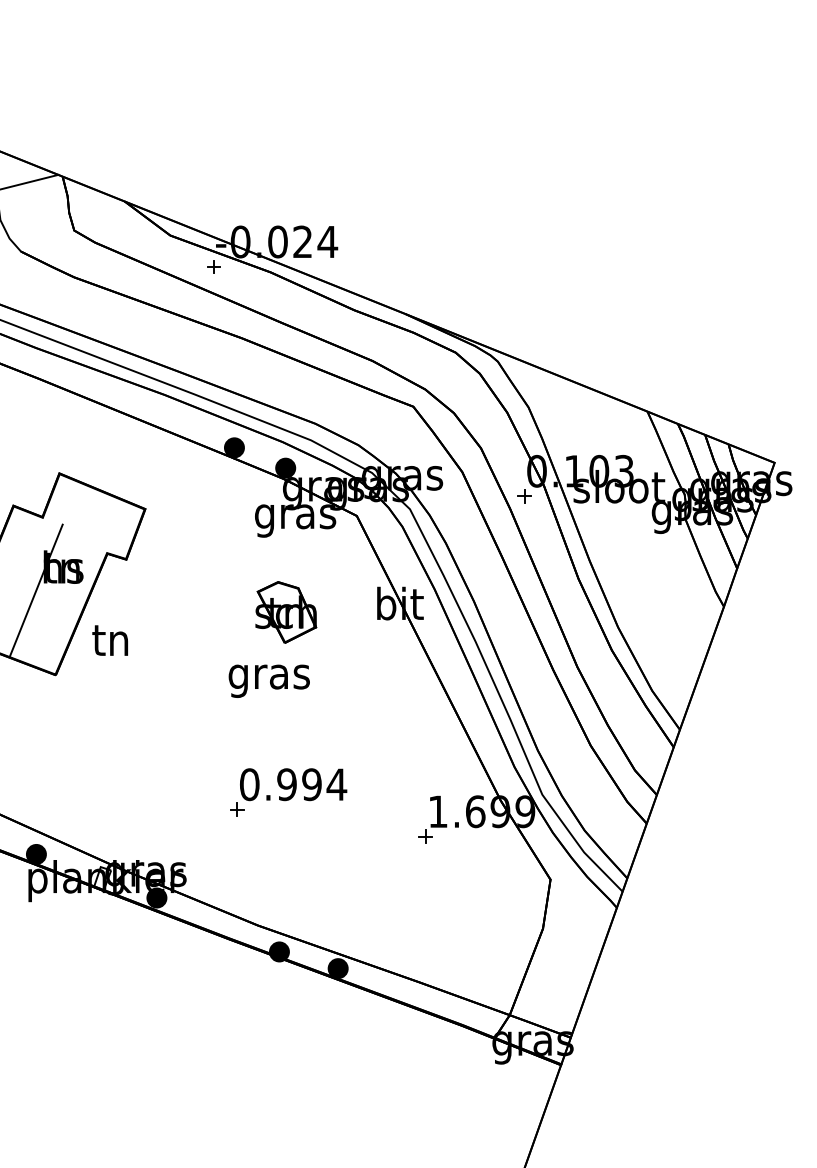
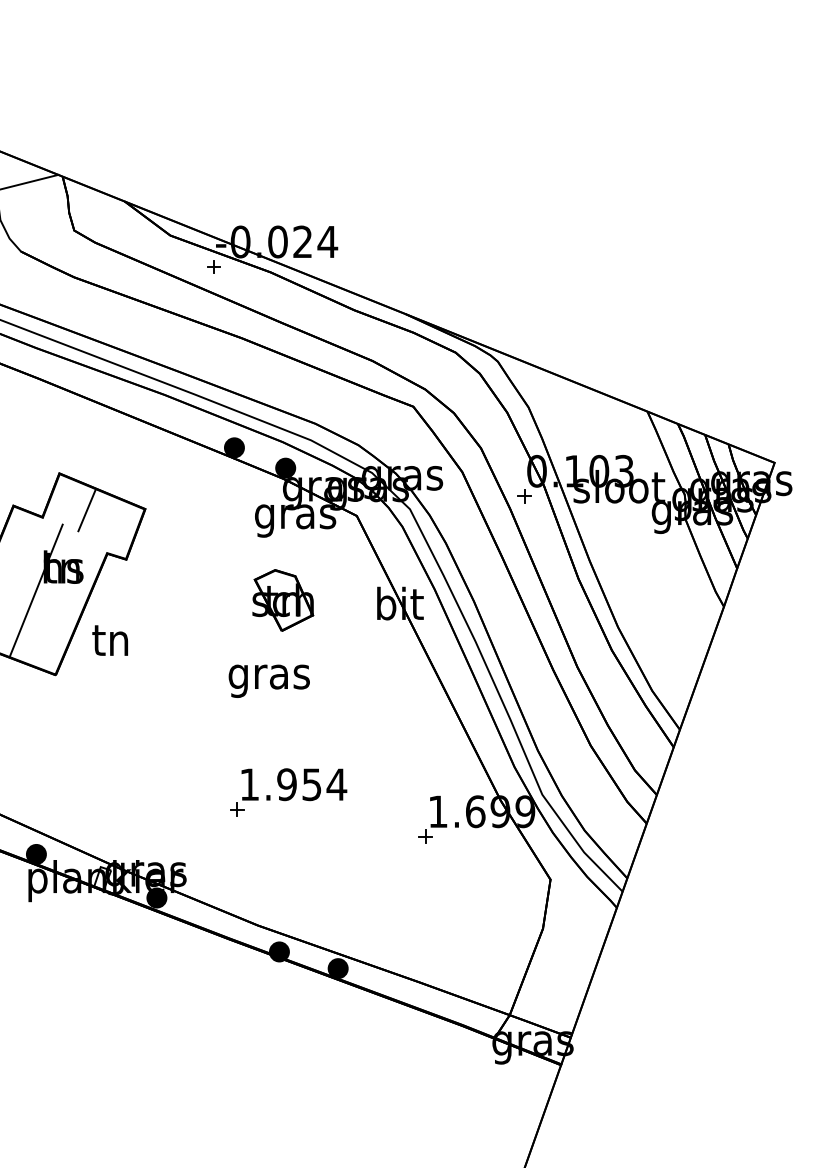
line at (86, 510): none -> present
part at (286, 612) position: (286, 612) -> (283, 600)
text at (280, 784): 0.994 -> 1.954
